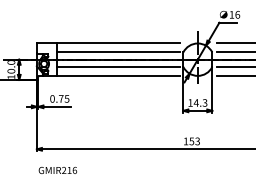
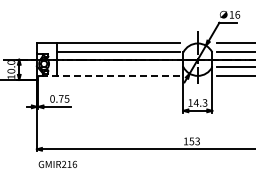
line at (118, 66): present -> none
line at (110, 75): solid -> dashed
text at (57, 169) position: (57, 169) -> (57, 163)
